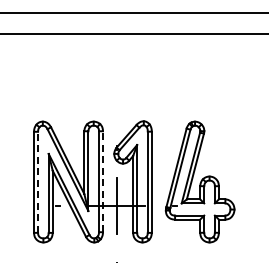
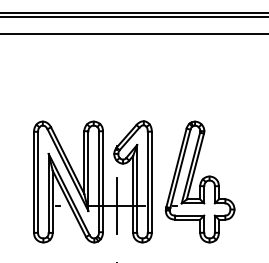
line at (133, 16): none -> present
line at (38, 181): dashed -> solid
line at (103, 181): dashed -> solid
